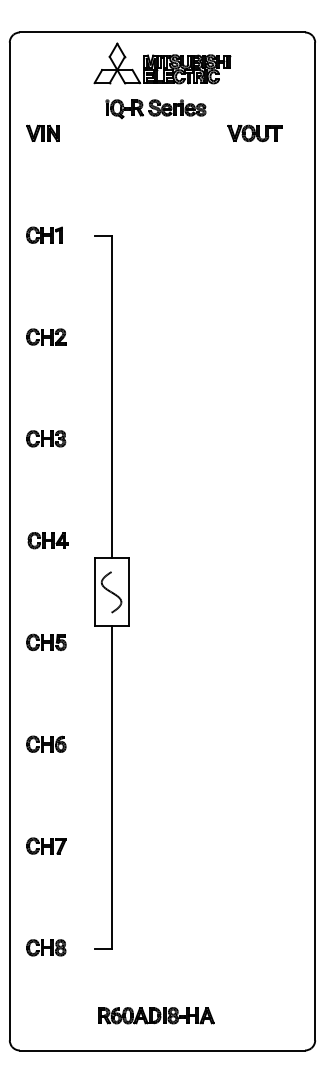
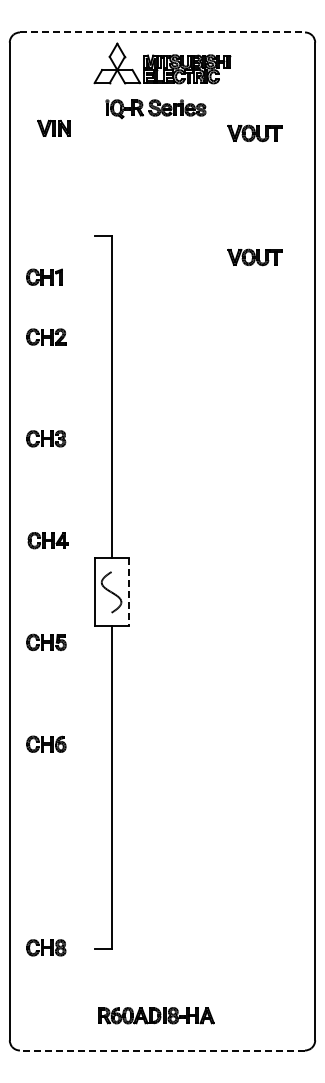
line at (162, 32): solid -> dashed
part at (42, 132) position: (42, 132) -> (53, 127)
part at (44, 234) position: (44, 234) -> (44, 276)
part at (254, 257): none -> present
line at (128, 592): solid -> dashed
part at (46, 845): present -> none
line at (162, 1050): solid -> dashed
